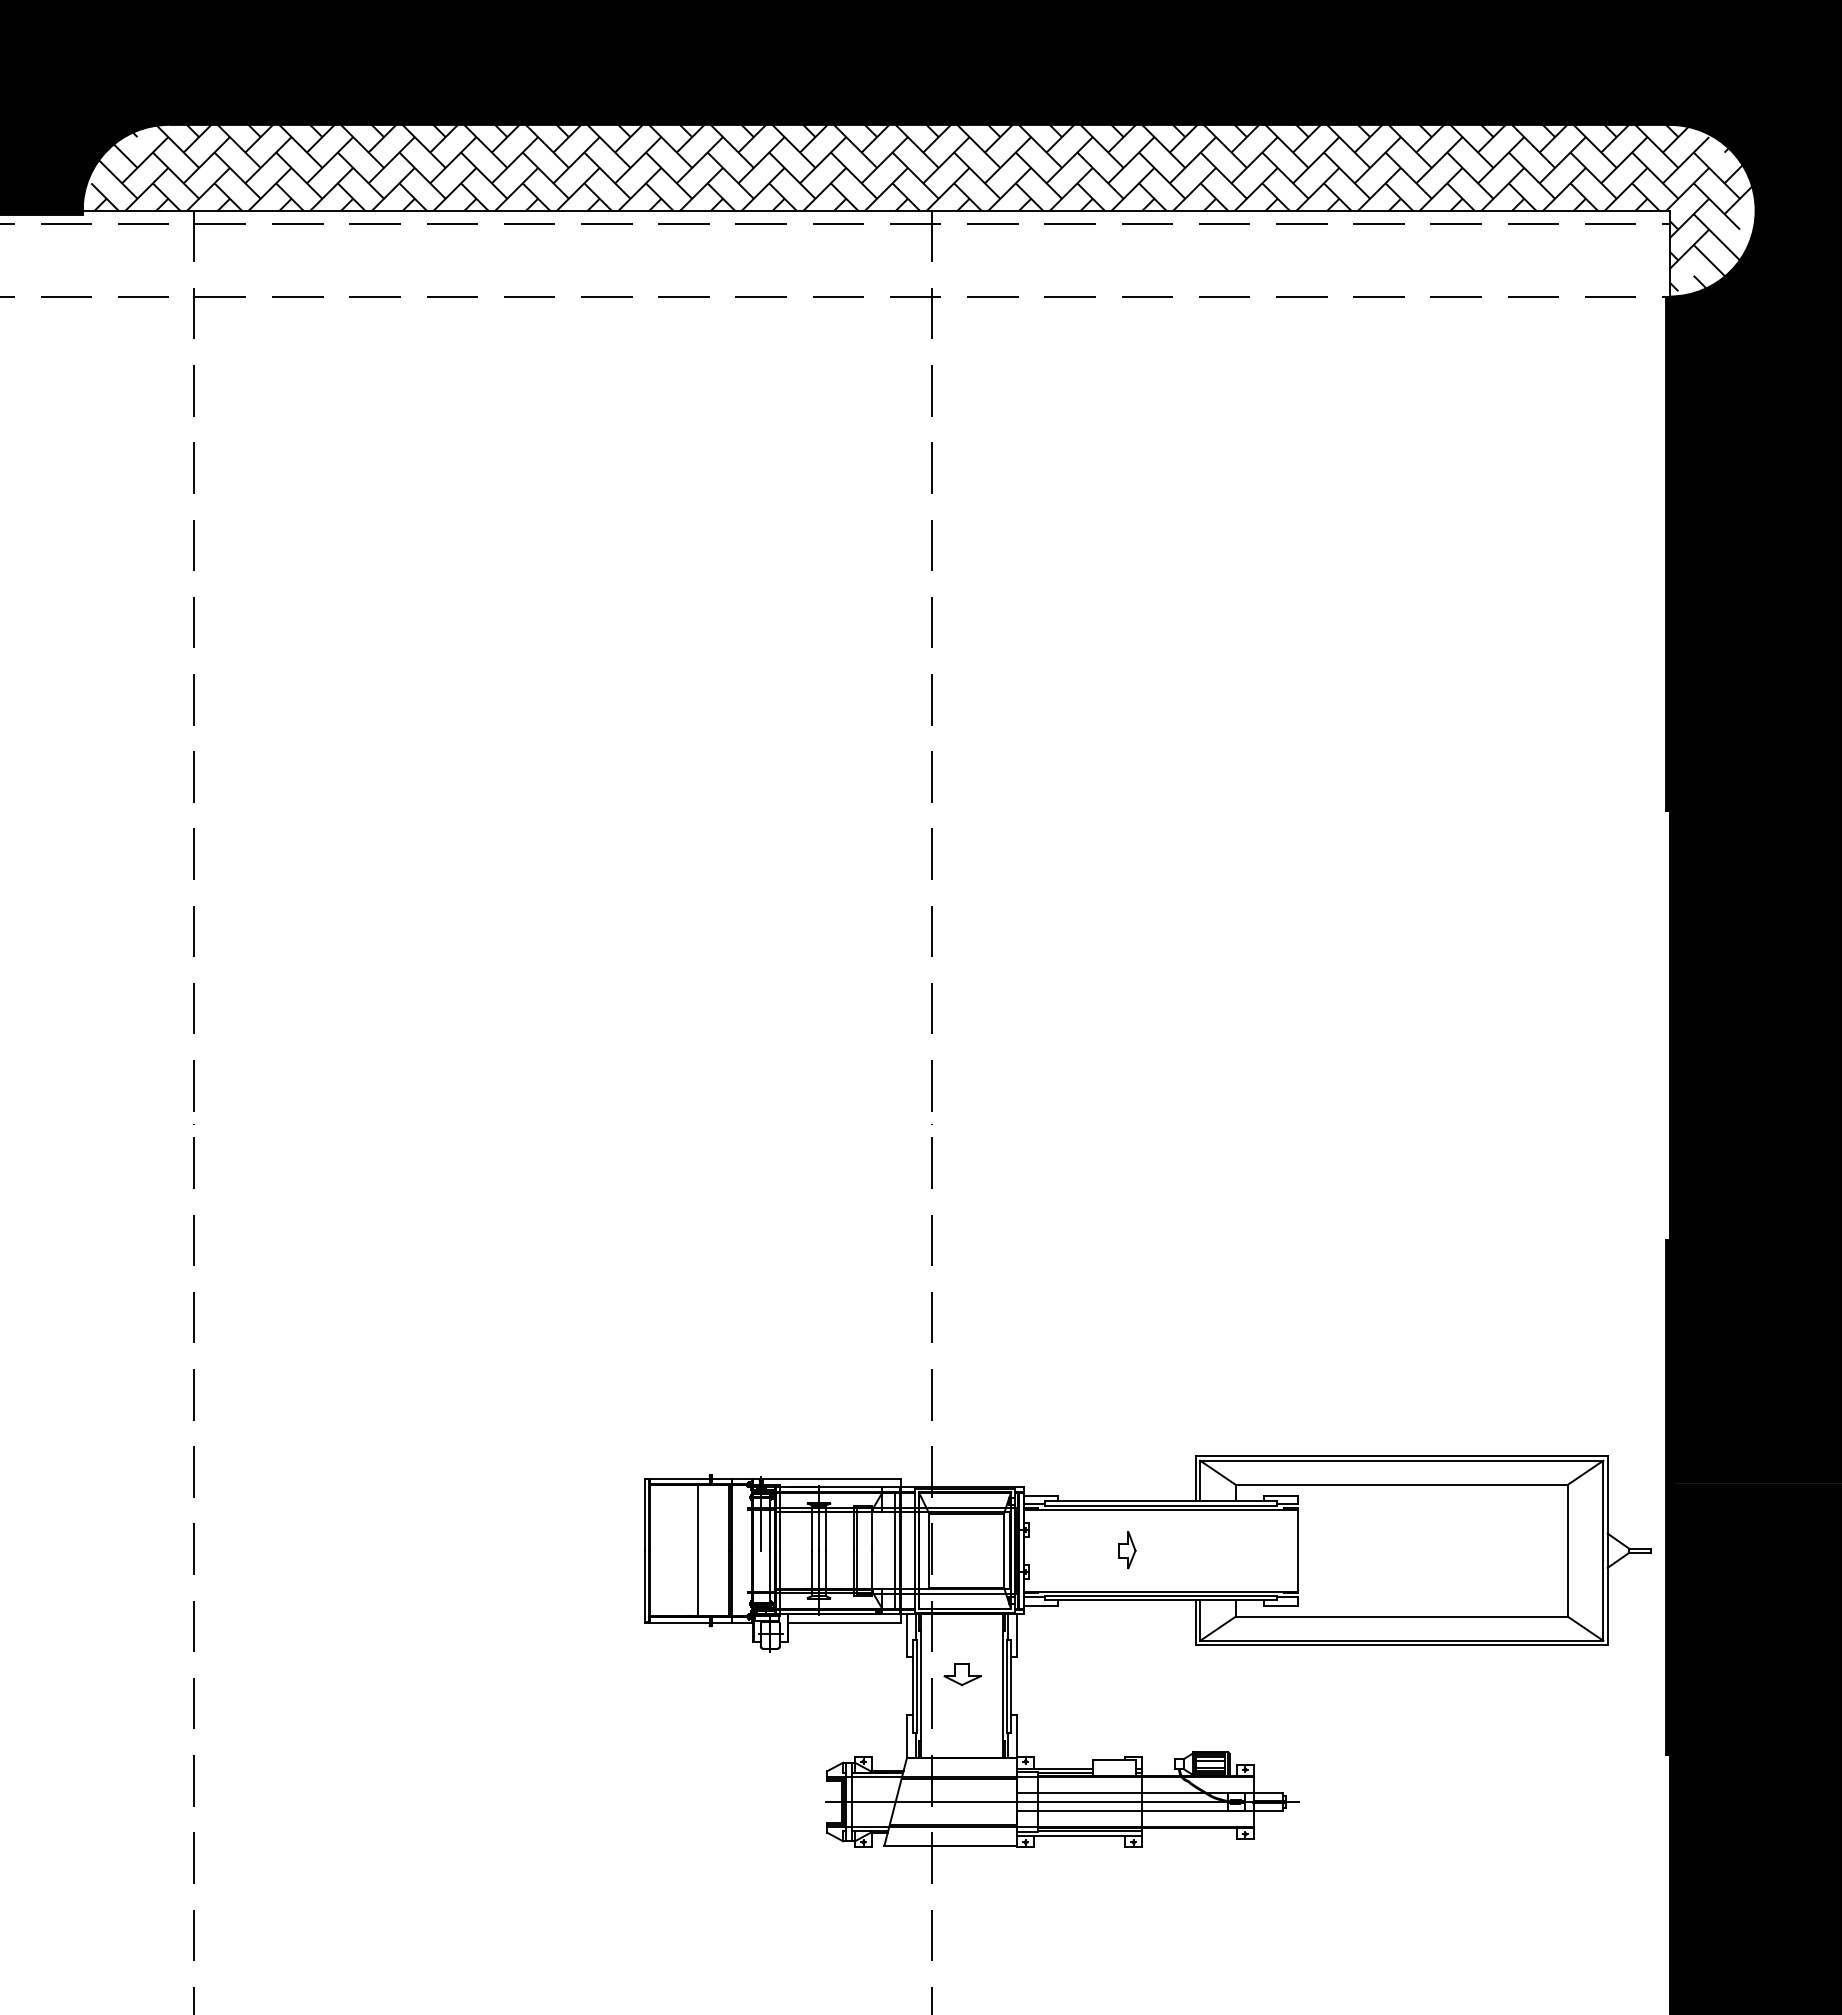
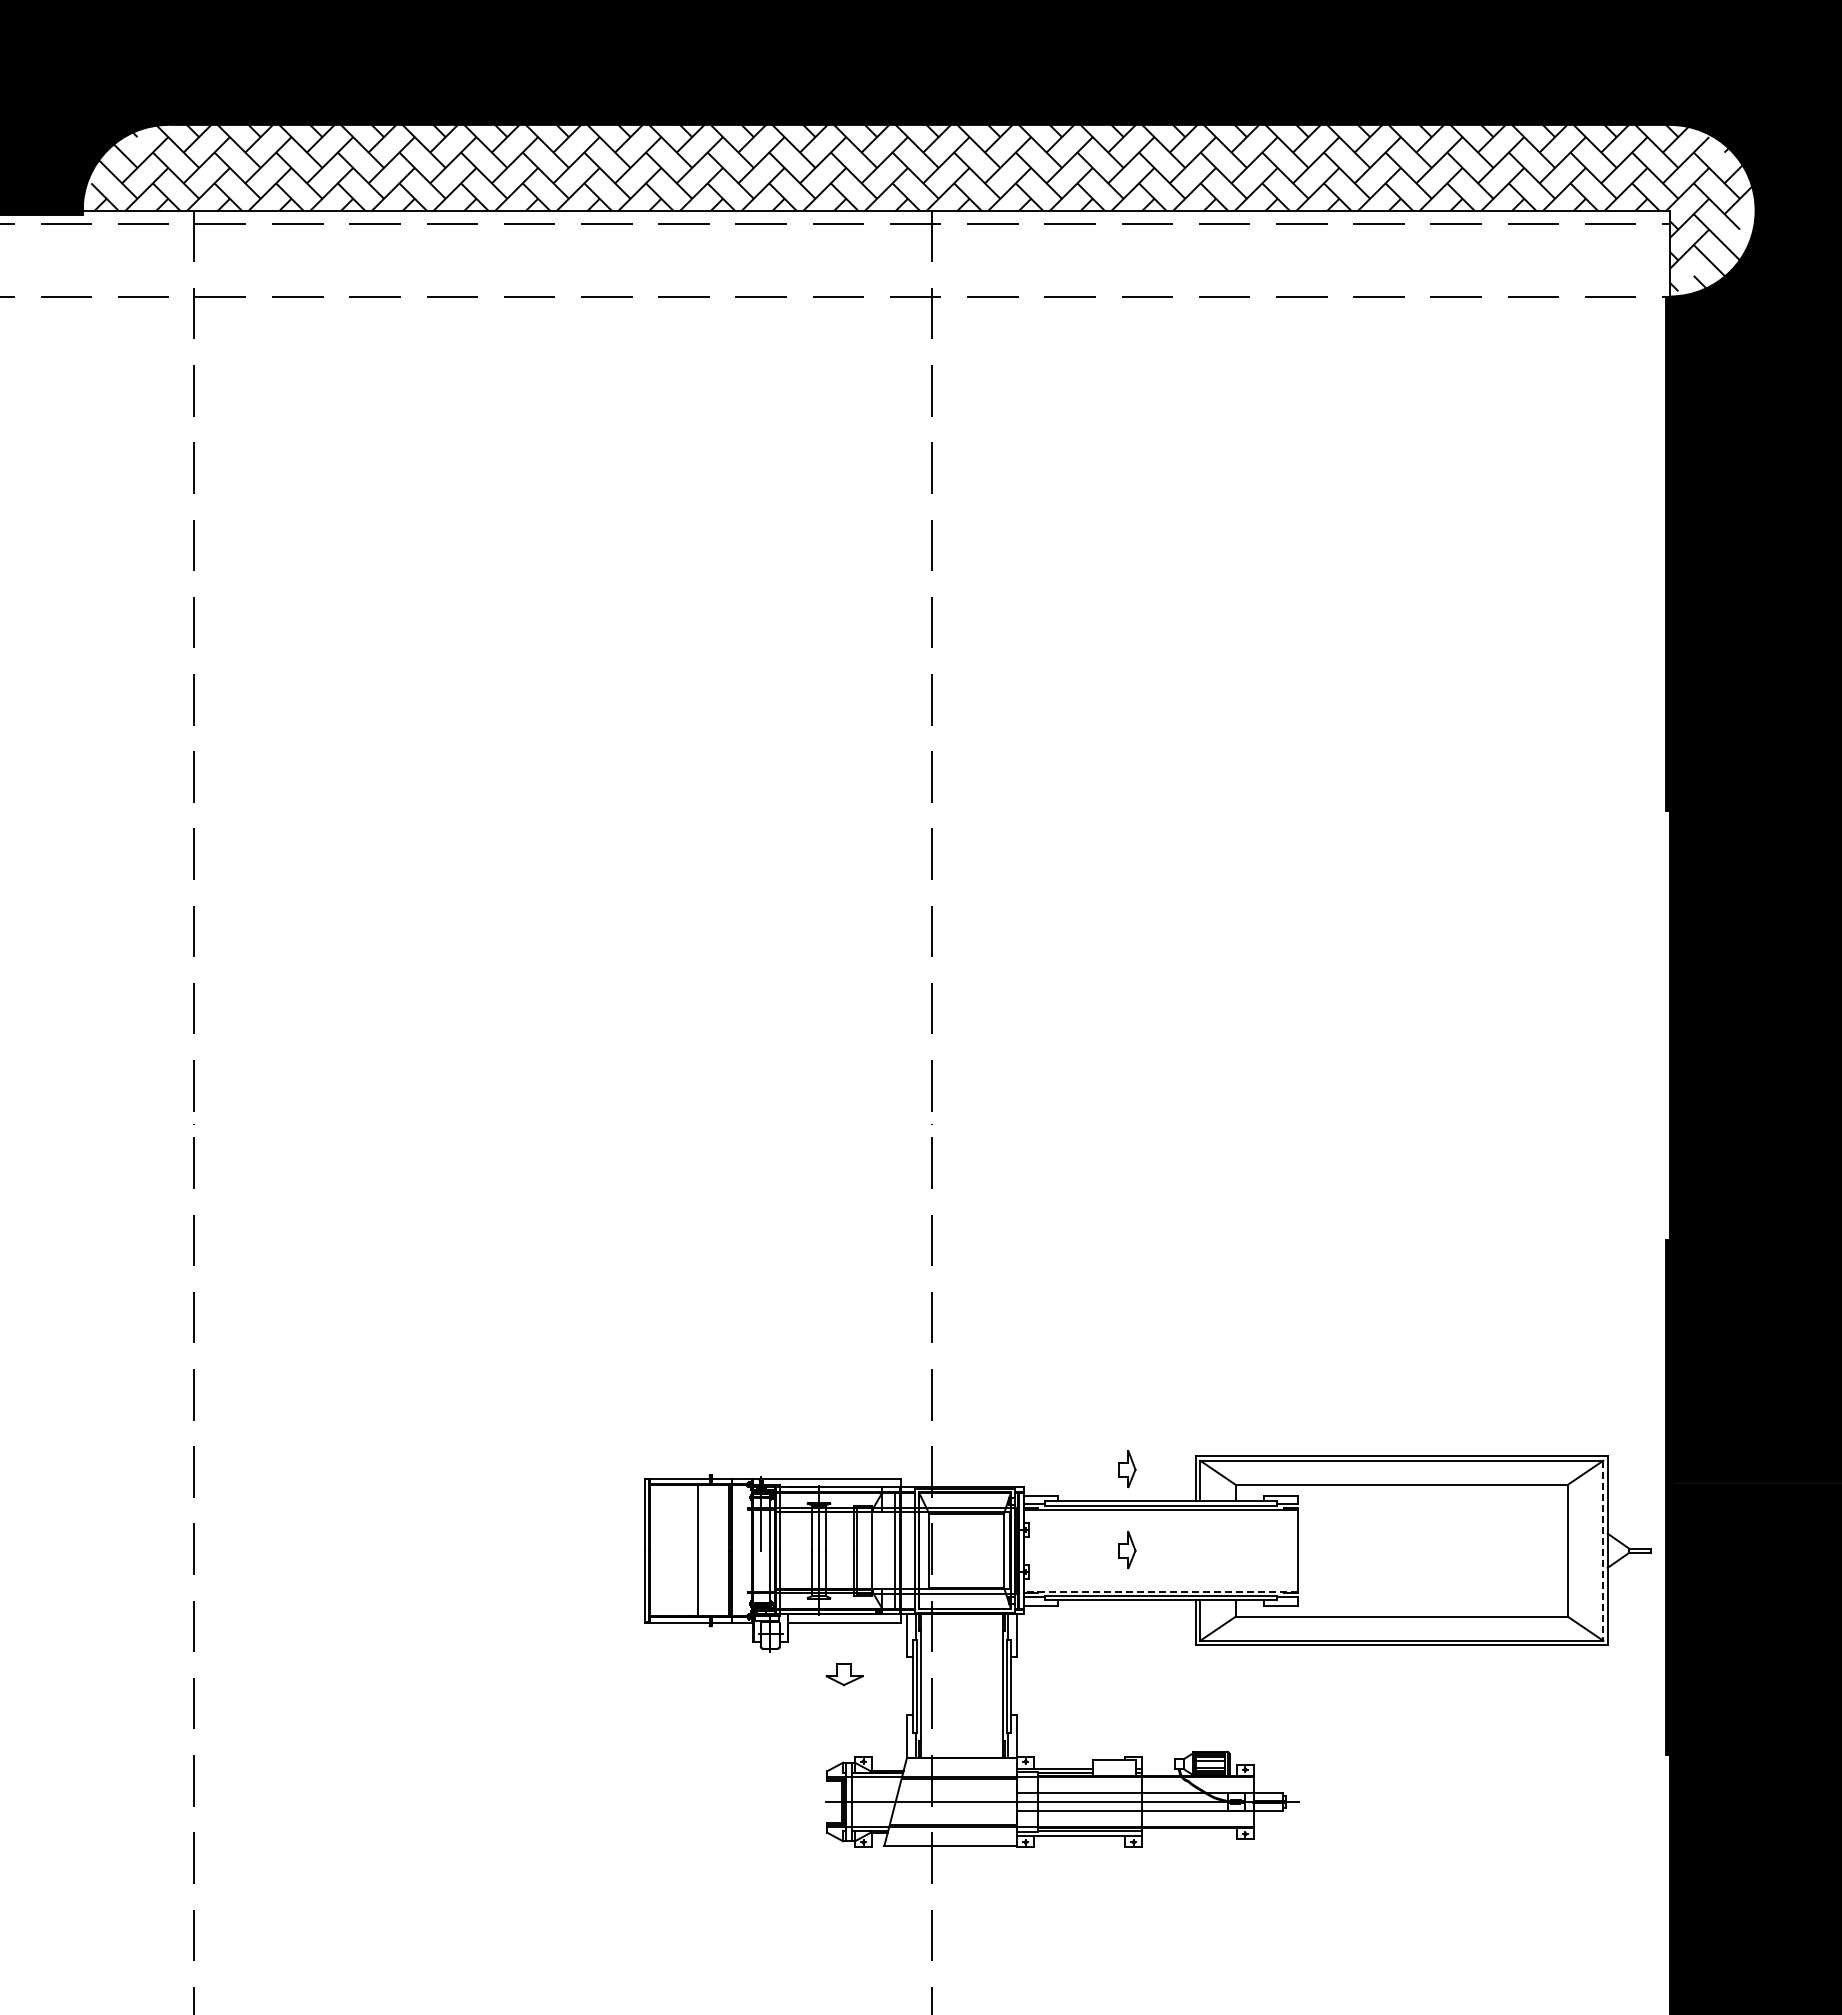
part at (1127, 1469): none -> present
line at (1603, 1551): solid -> dashed
line at (1160, 1591): solid -> dashed
part at (962, 1674) position: (962, 1674) -> (844, 1674)
